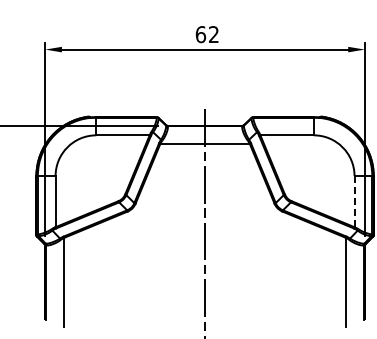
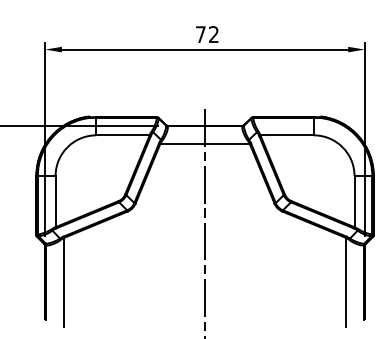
text at (200, 34): 62 -> 72
line at (354, 201): dashed -> solid
